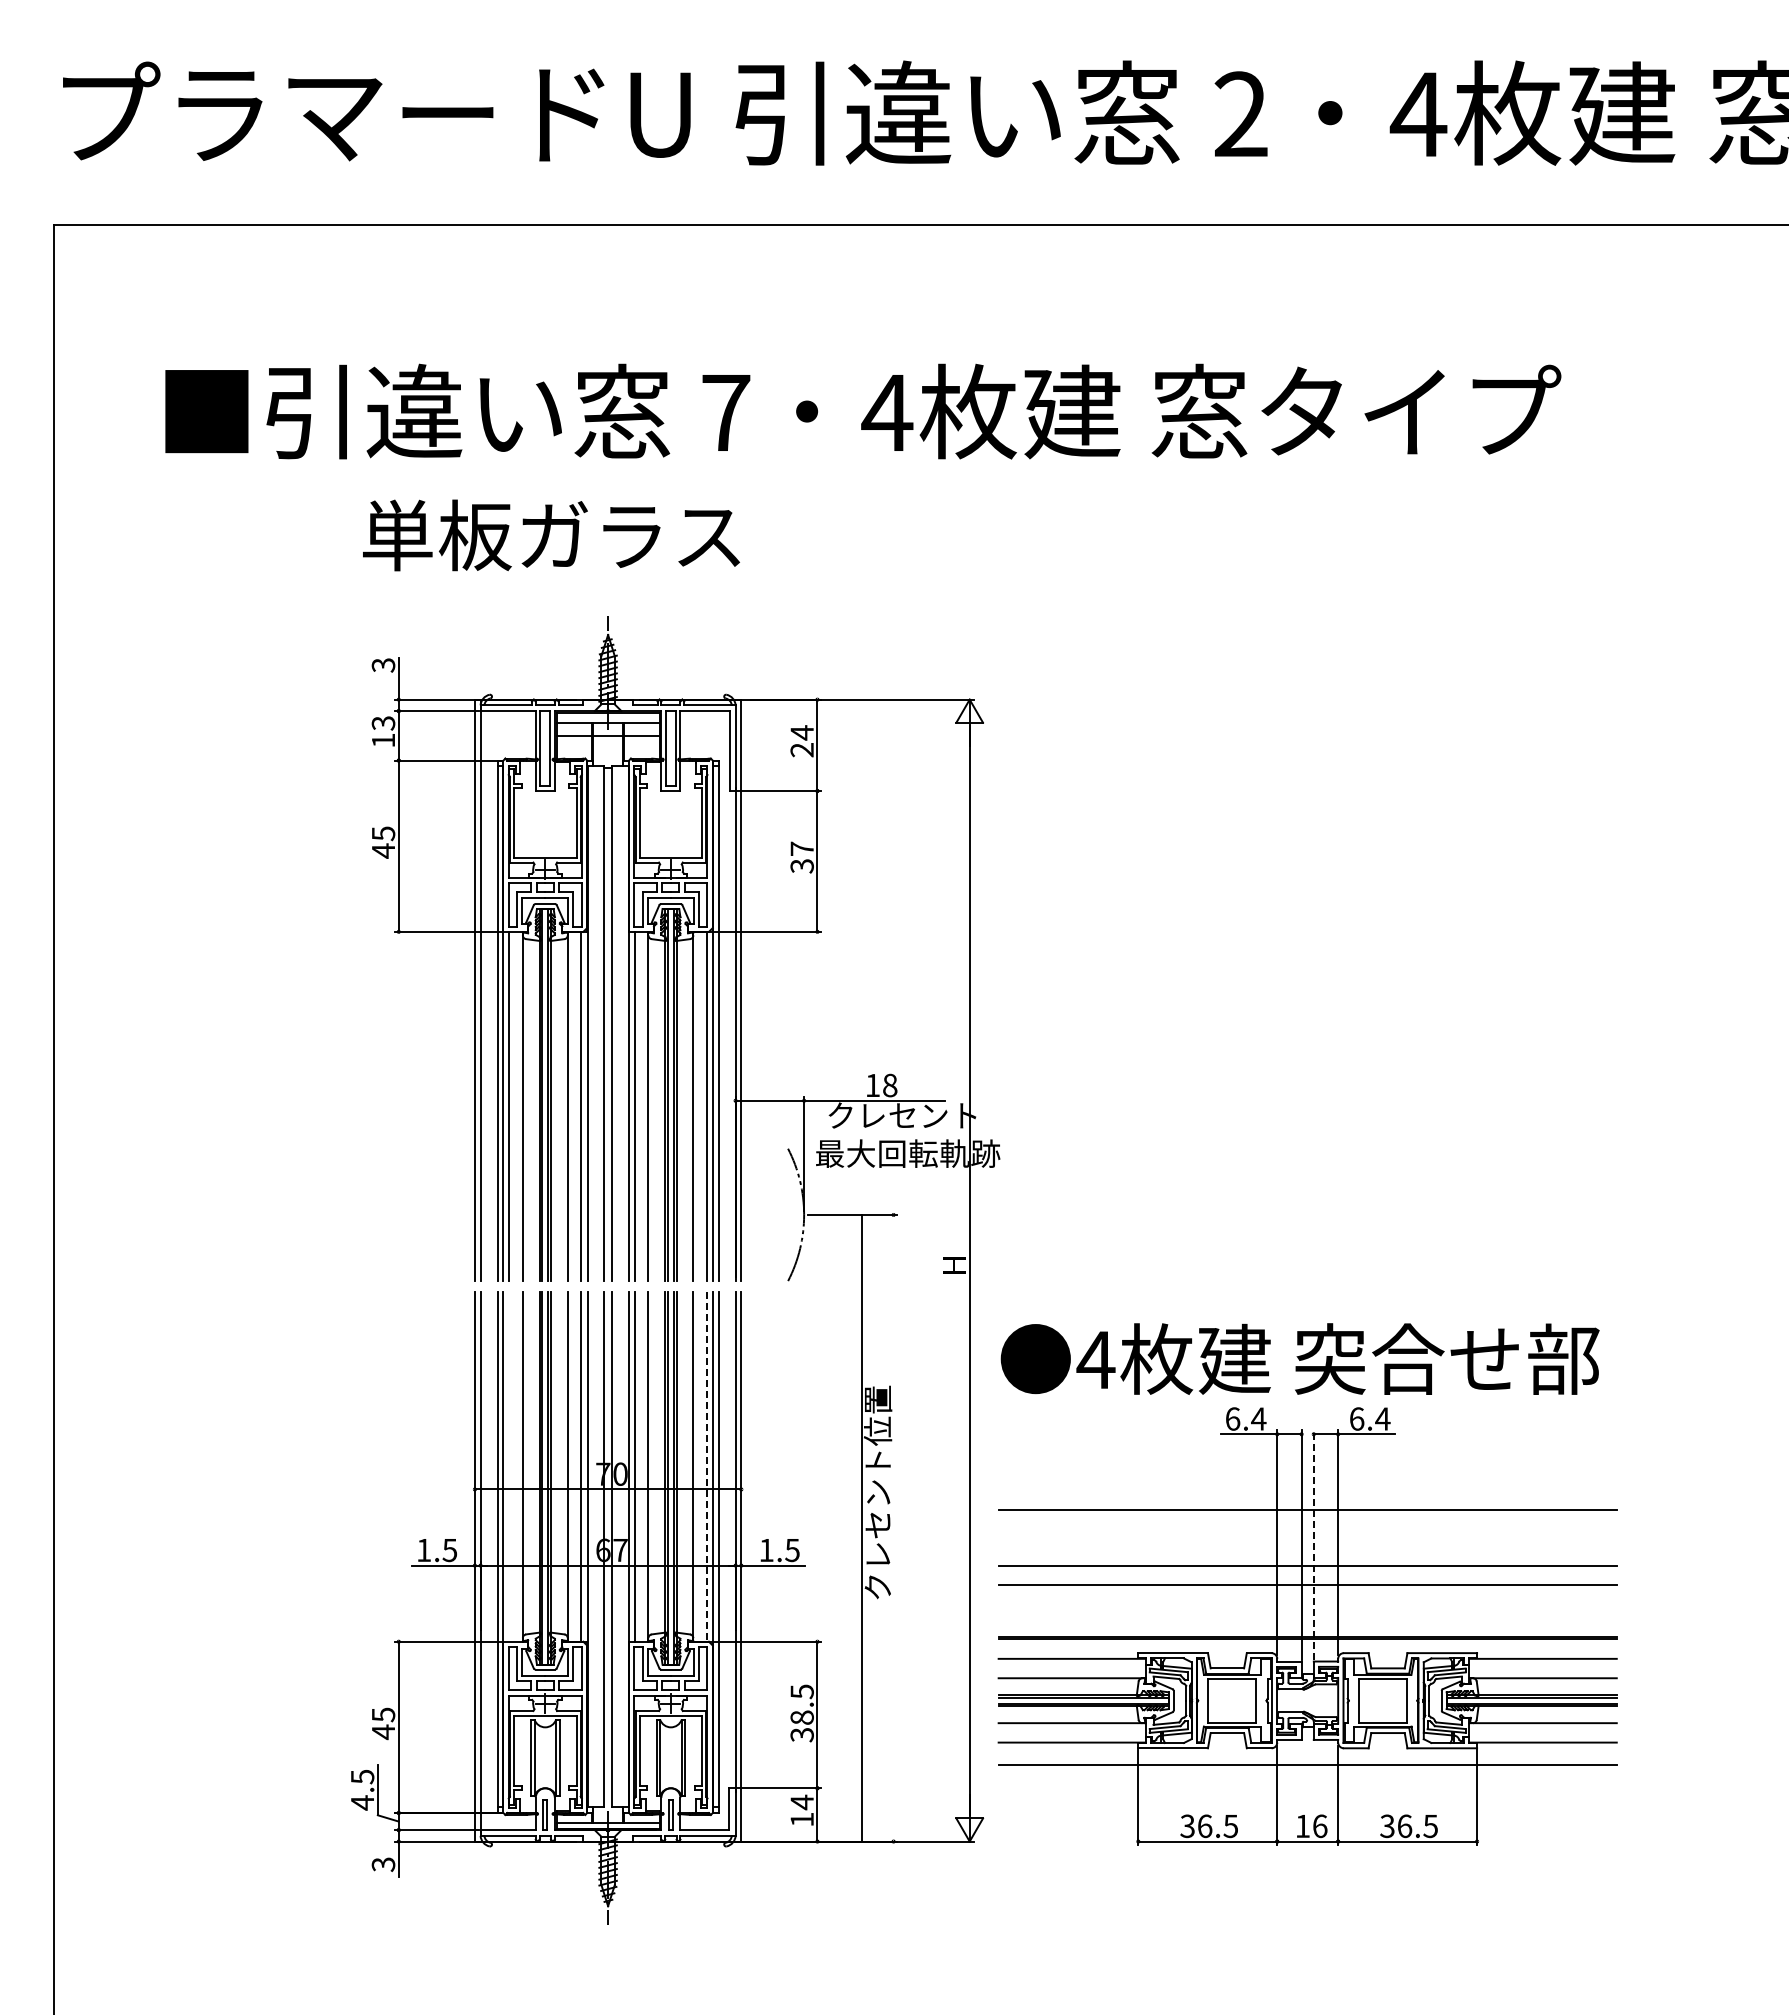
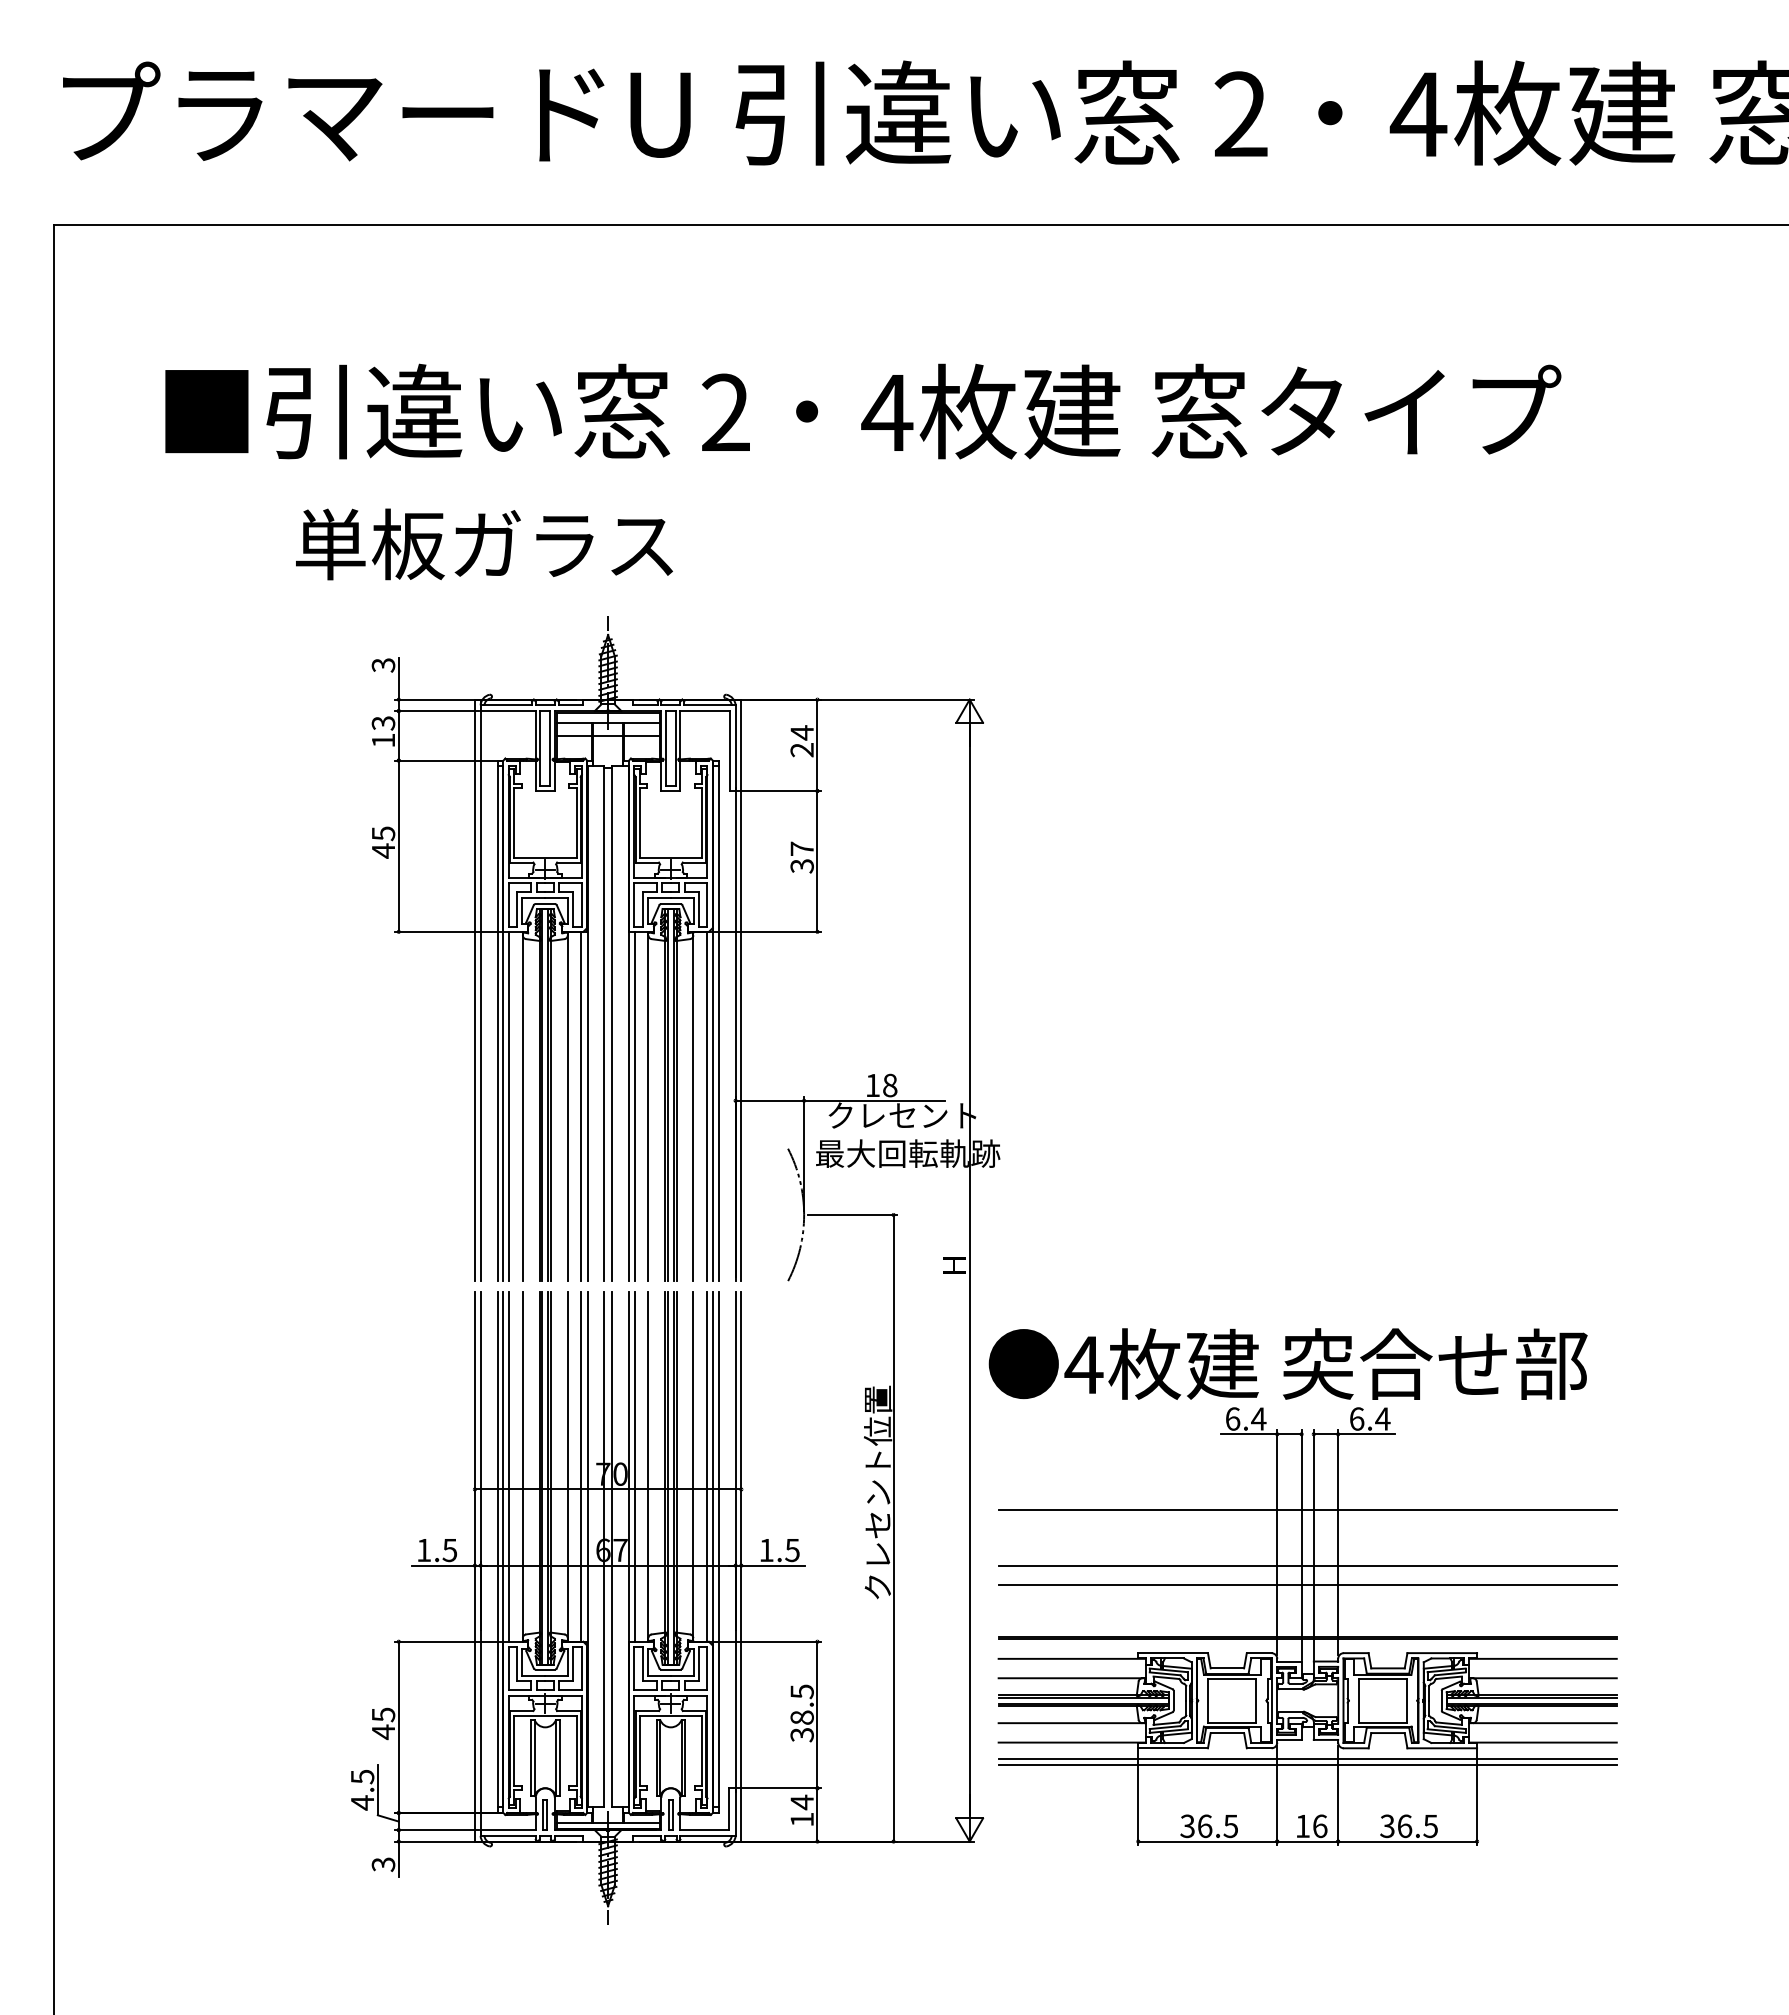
text at (726, 411): 7 -> 2
text at (551, 535) position: (551, 535) -> (484, 544)
text at (1299, 1358) position: (1299, 1358) -> (1287, 1363)
line at (509, 1466): none -> present
line at (707, 1467): dashed -> solid
line at (861, 1527) position: (861, 1527) -> (893, 1527)
line at (1313, 1545): dashed -> solid
line at (1307, 1758): none -> present
